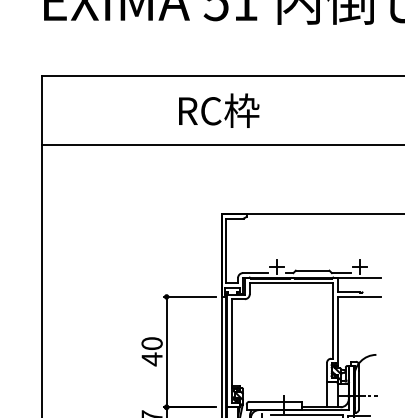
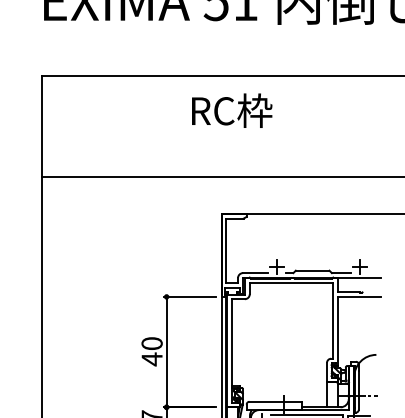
text at (219, 110) position: (219, 110) -> (232, 110)
line at (221, 145) position: (221, 145) -> (221, 177)
